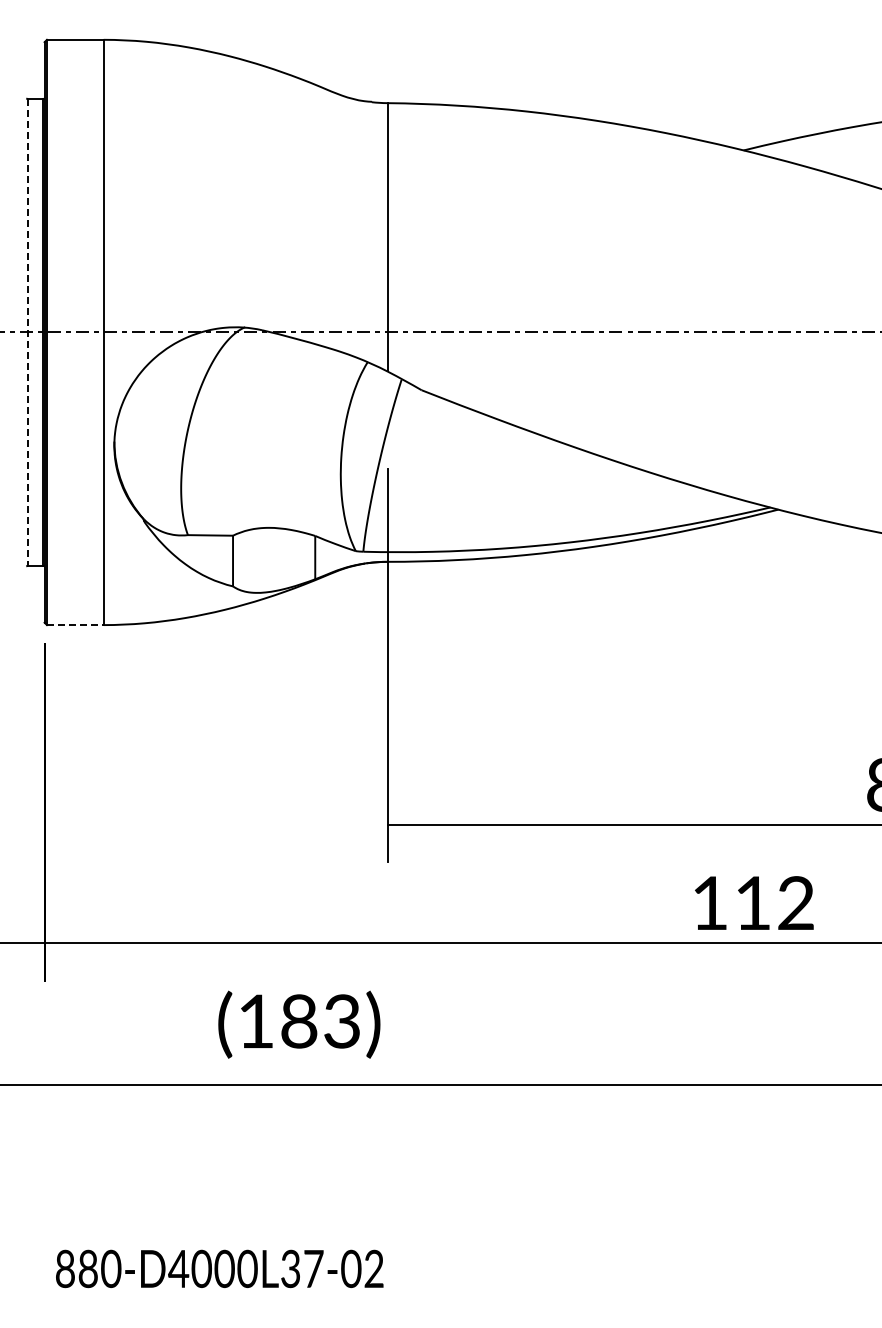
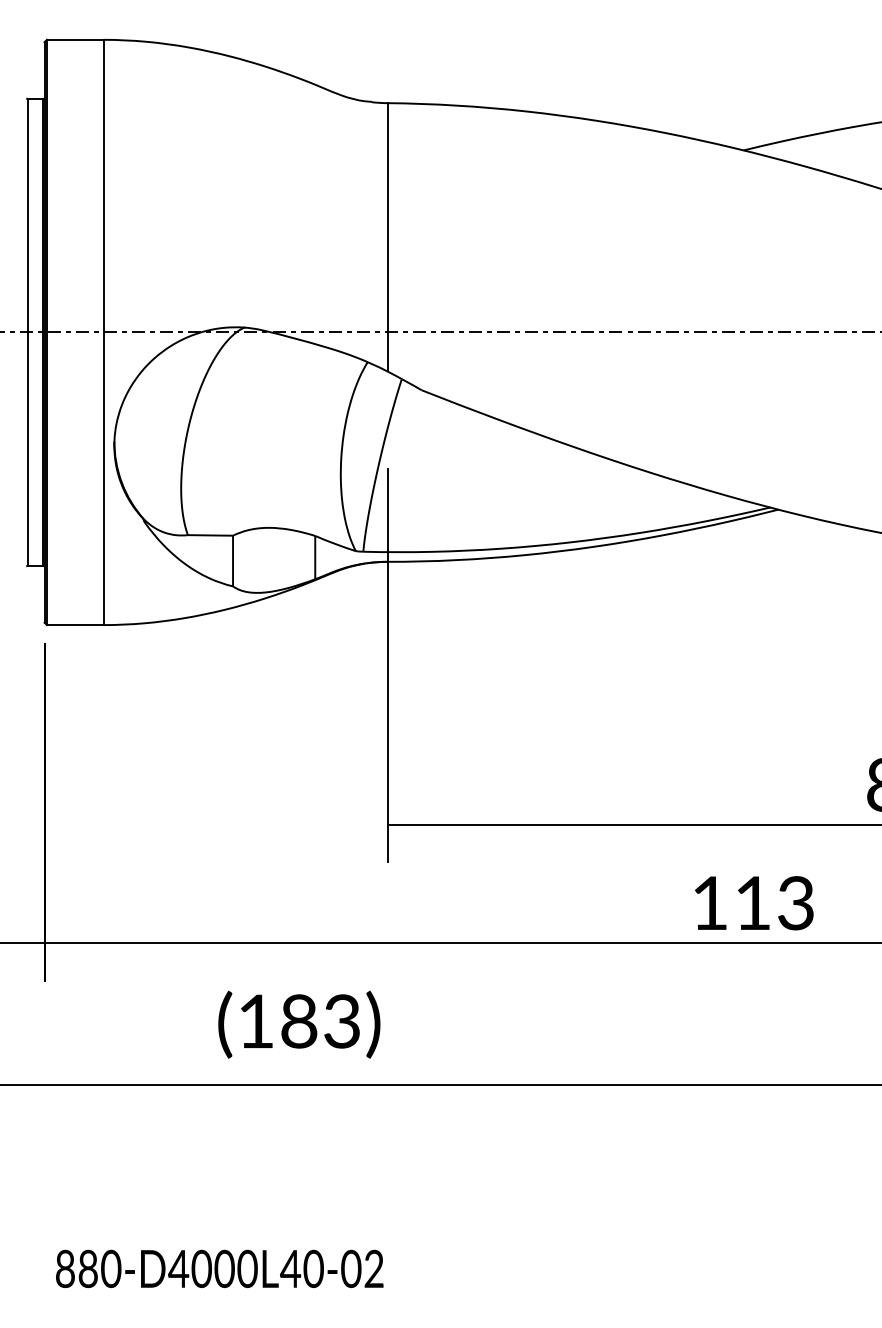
line at (28, 332): dashed -> solid
line at (75, 625): dashed -> solid
text at (795, 903): 112 -> 113
text at (301, 1268): 880-D4000L37-02 -> 880-D4000L40-02
